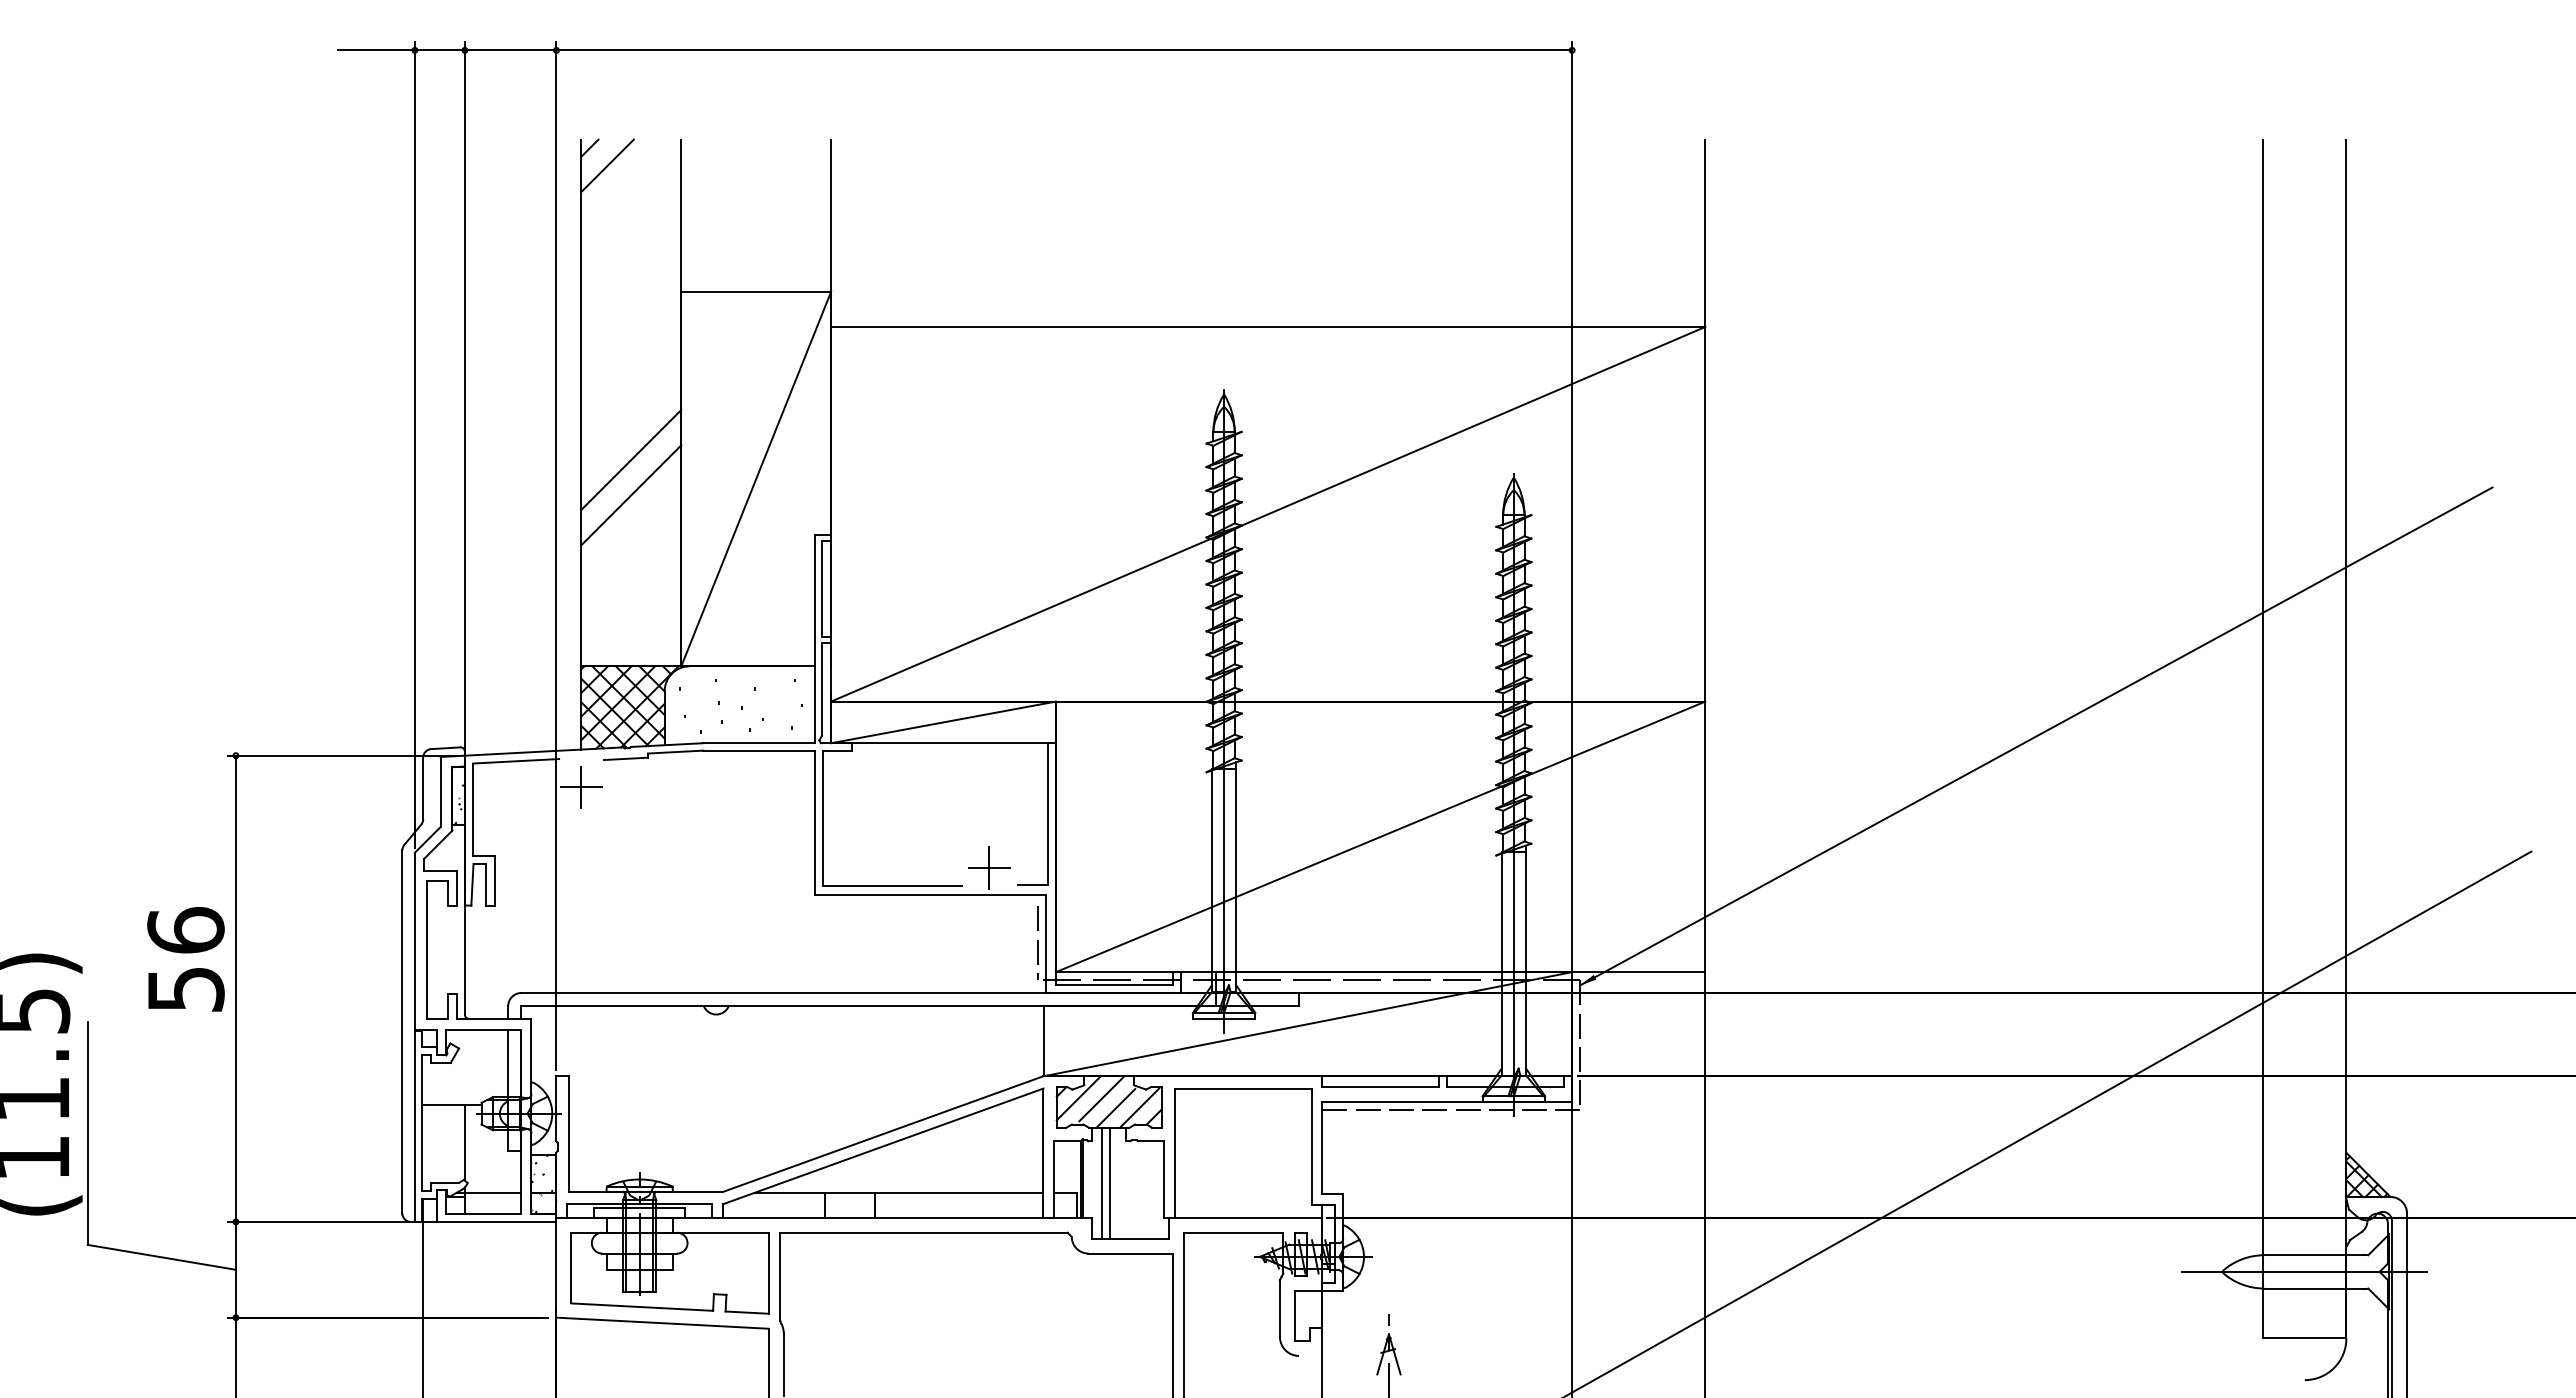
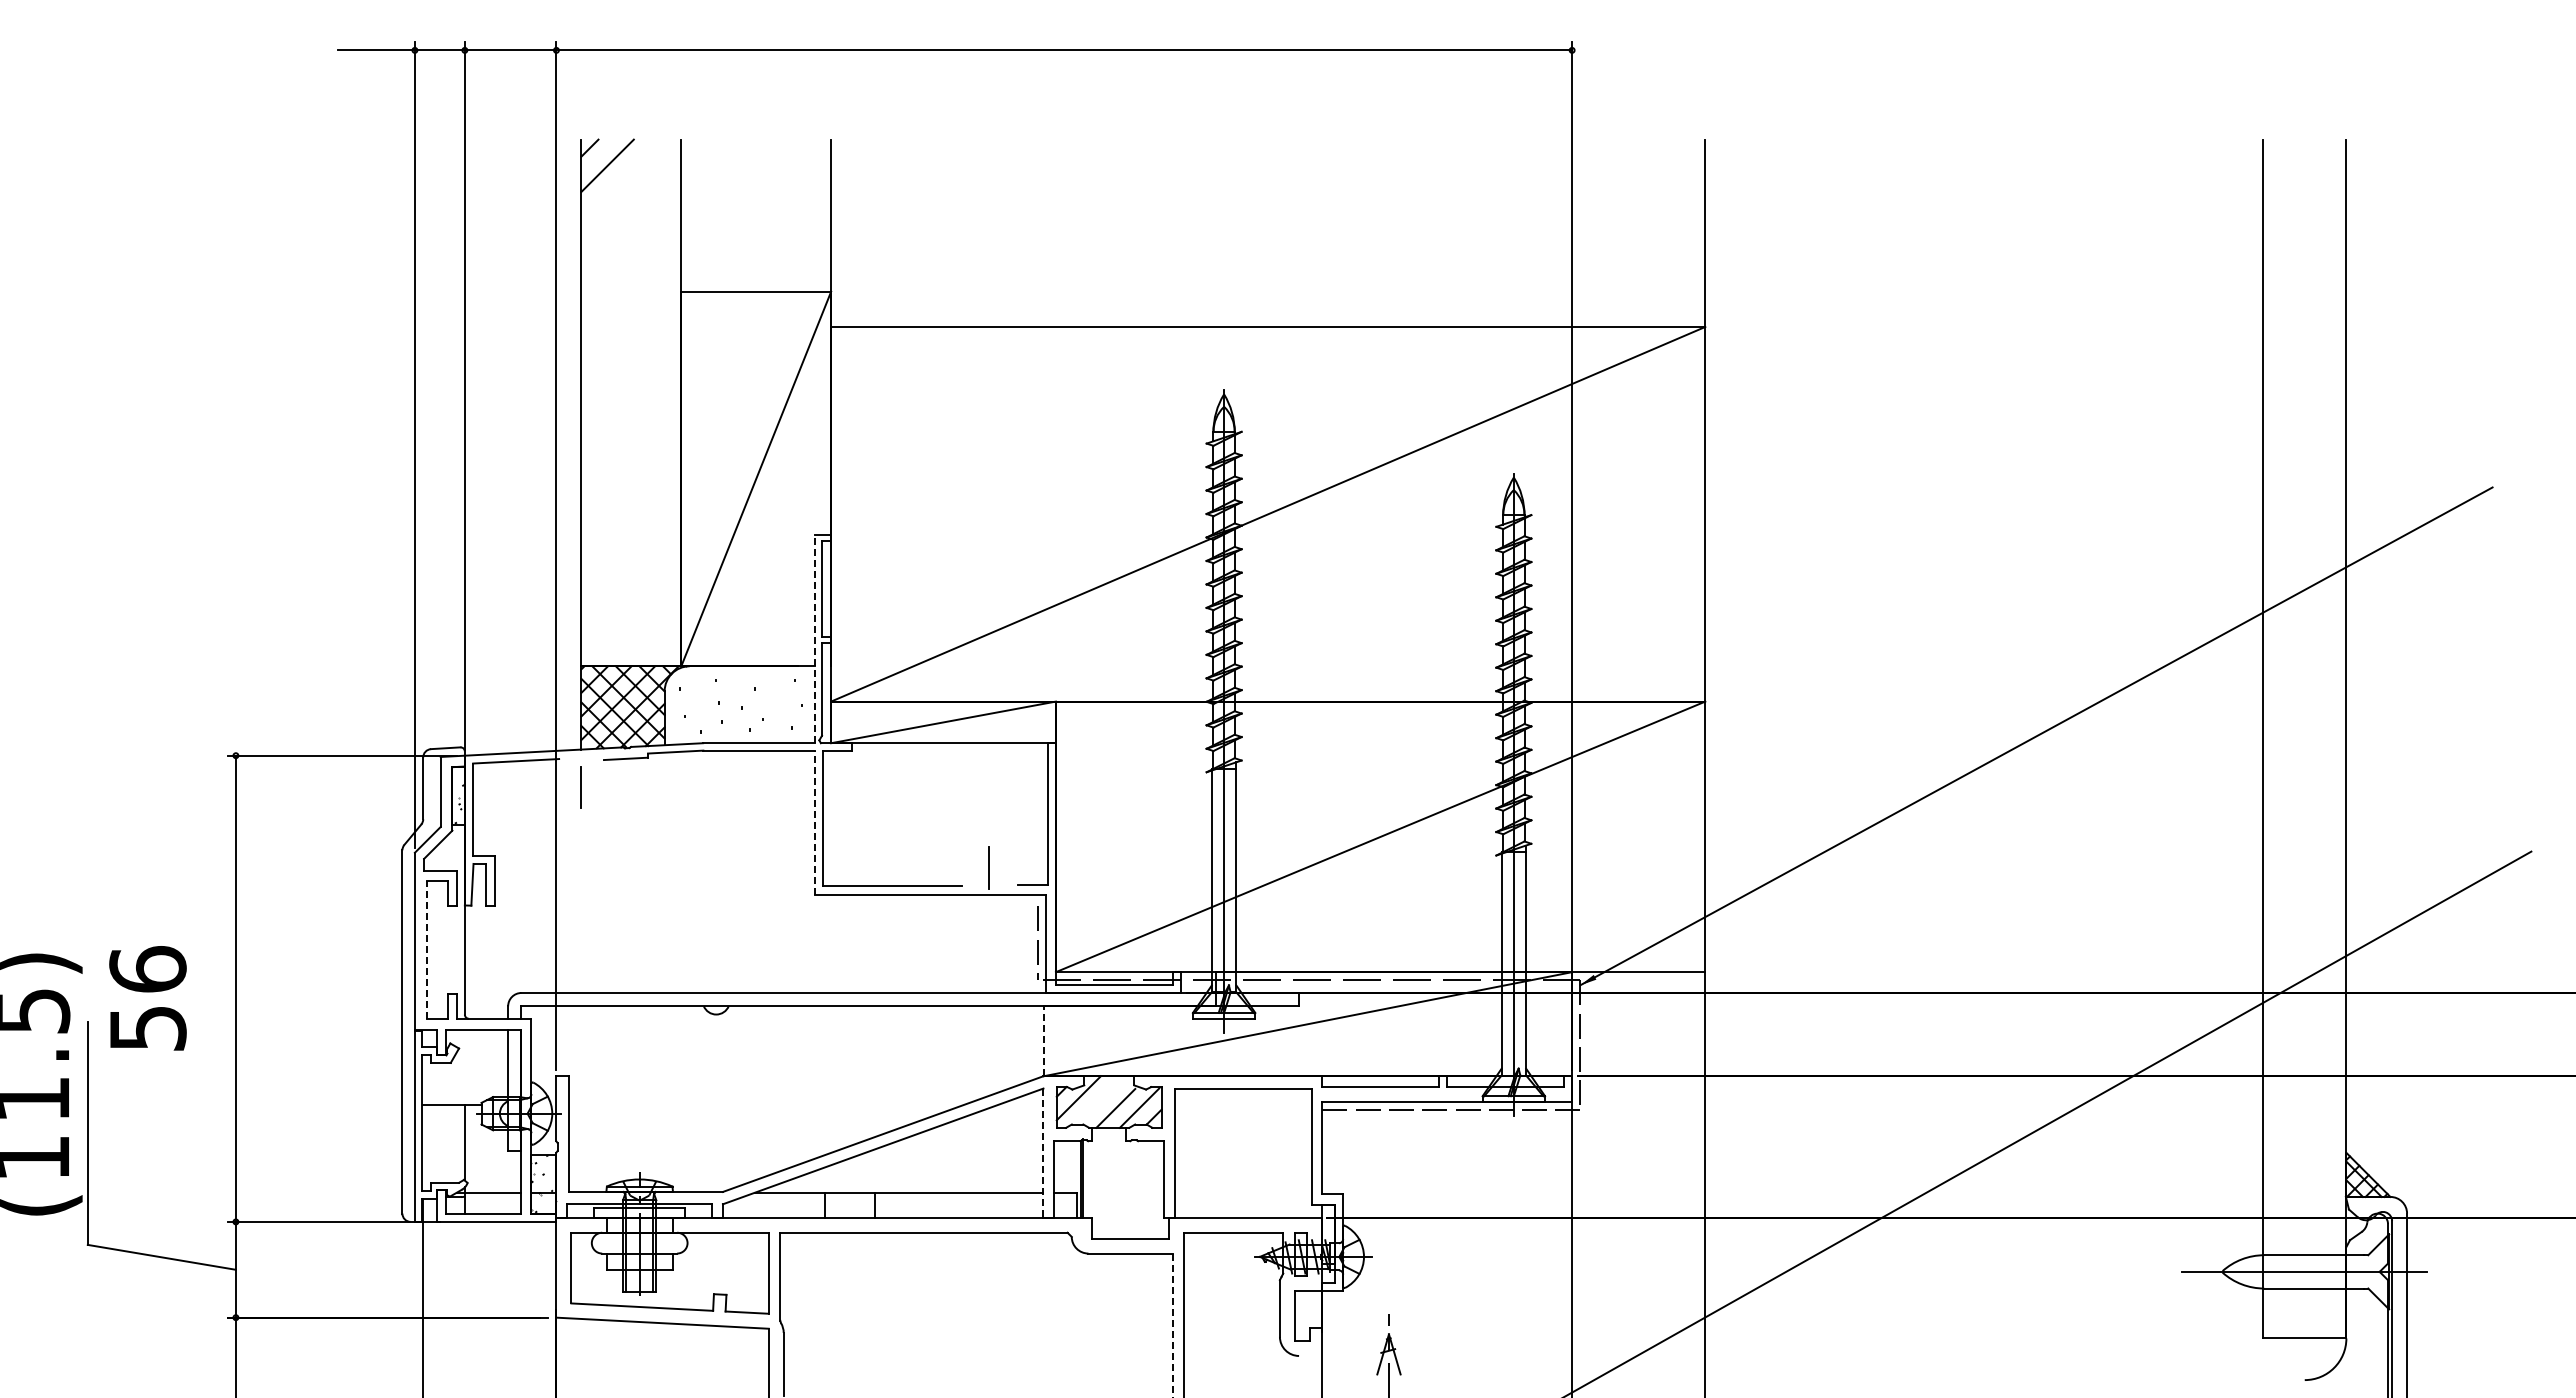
line at (631, 459): present -> none
line at (631, 495): present -> none
line at (814, 638): solid -> dashed
line at (581, 787): present -> none
line at (814, 822): solid -> dashed
line at (989, 868): present -> none
line at (426, 949): solid -> dashed
text at (185, 959) position: (185, 959) -> (147, 998)
line at (1043, 1041): solid -> dashed
line at (1101, 1098): present -> none
line at (1043, 1153): solid -> dashed
line at (1101, 1182): present -> none
line at (1110, 1182): present -> none
line at (1172, 1325): solid -> dashed
